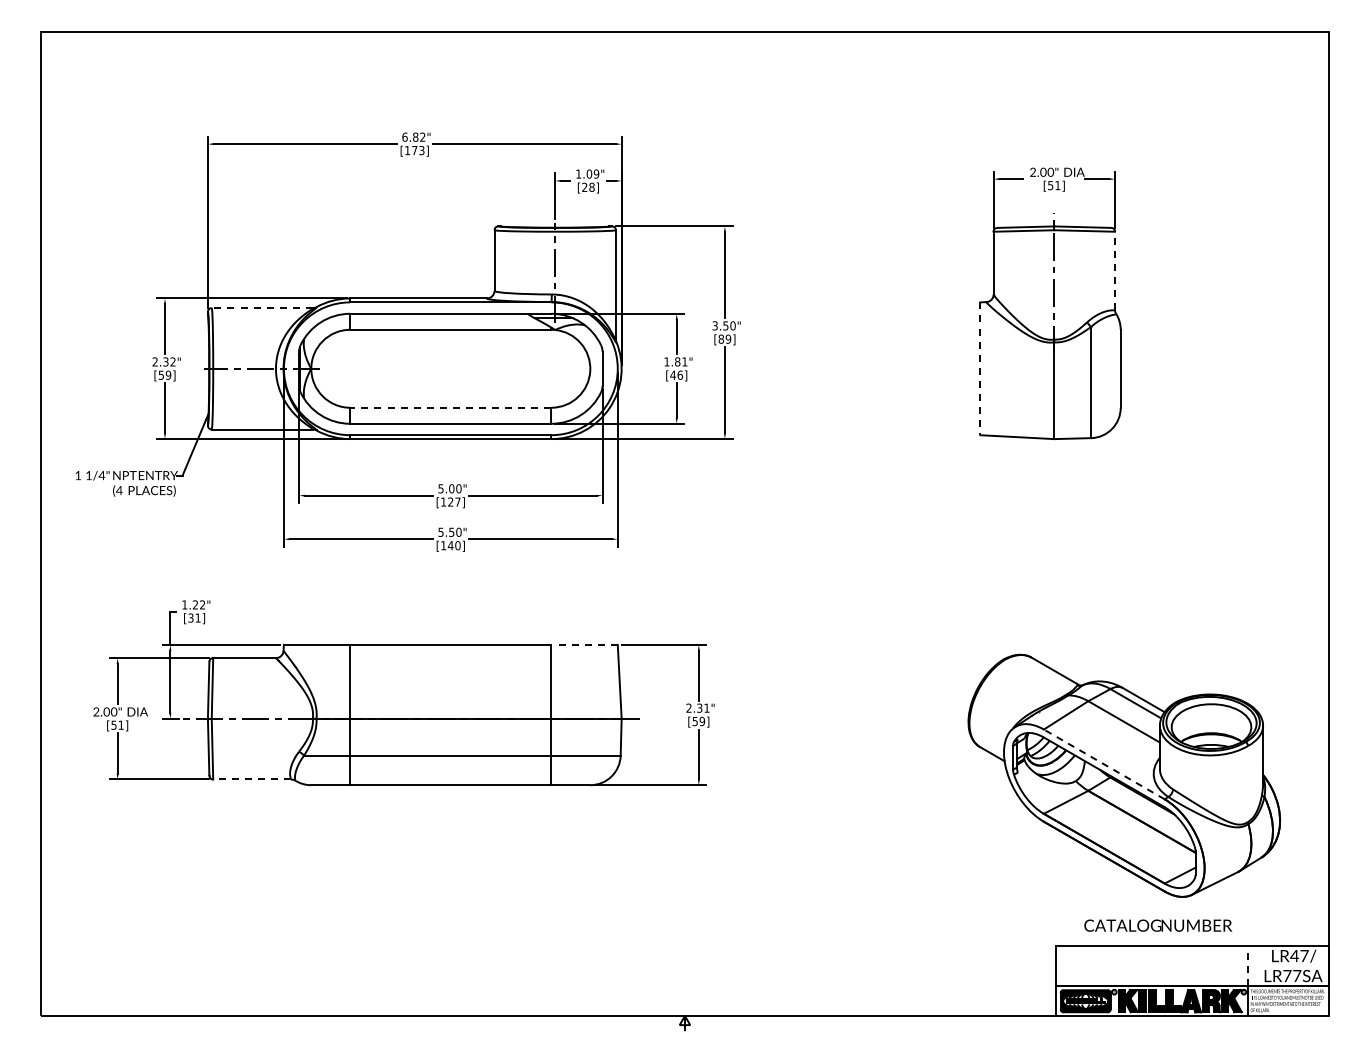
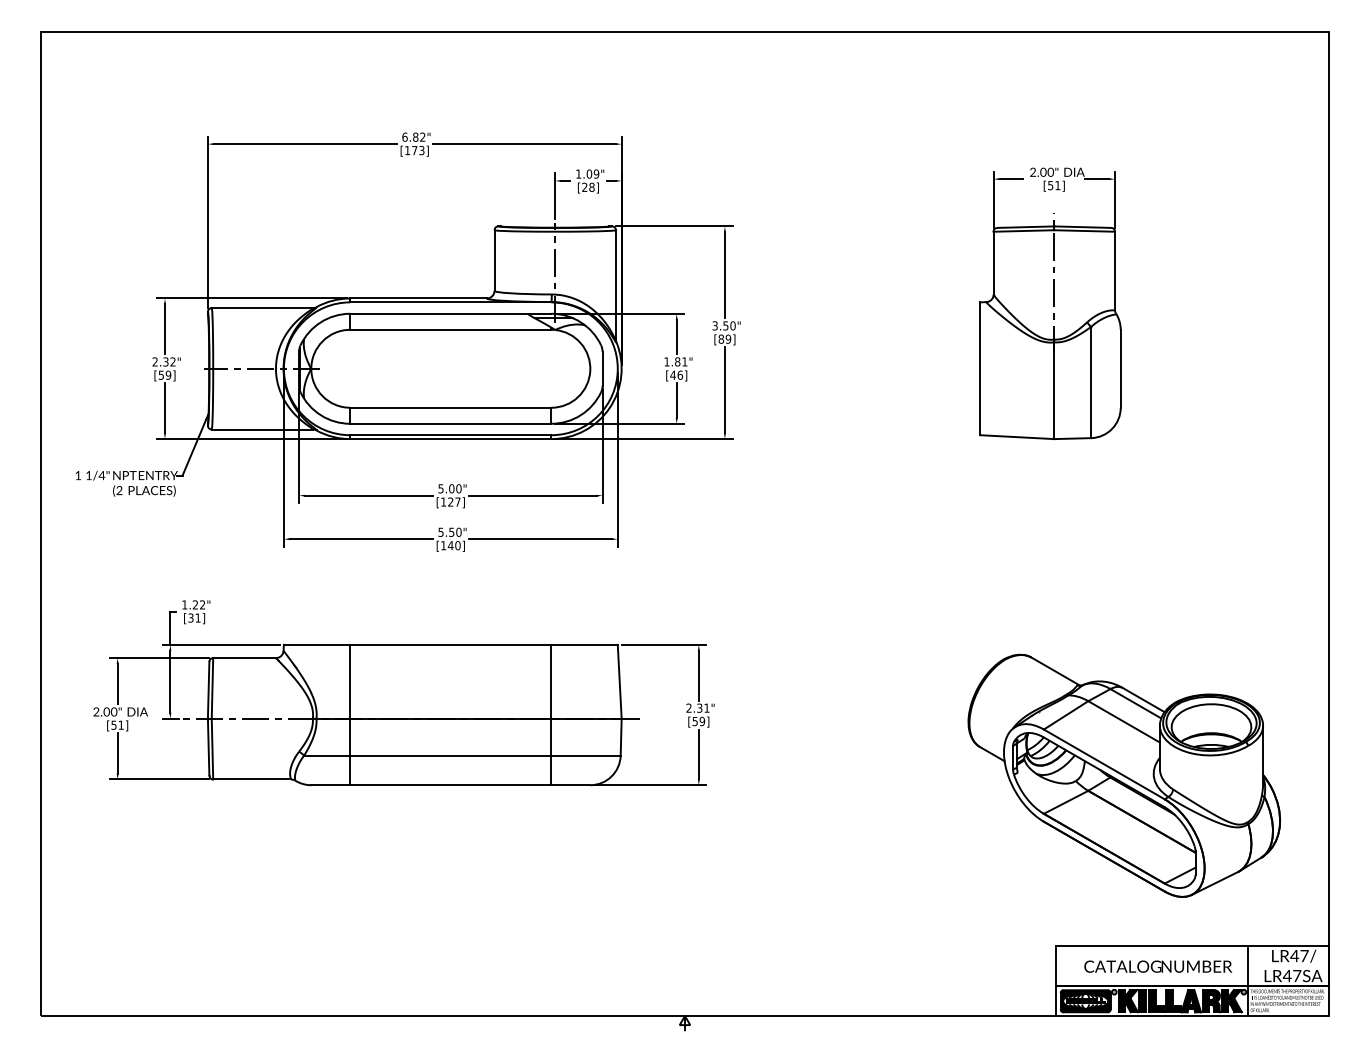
line at (1115, 270): dashed -> solid
line at (262, 308): dashed -> solid
line at (980, 369): dashed -> solid
line at (450, 407): dashed -> solid
text at (119, 490): (4 -> (2
line at (584, 644): dashed -> solid
line at (1104, 764): dashed -> solid
line at (251, 779): dashed -> solid
text at (1158, 925) position: (1158, 925) -> (1158, 966)
line at (1247, 965): dashed -> solid
text at (1286, 976): LR77SA -> LR47SA
